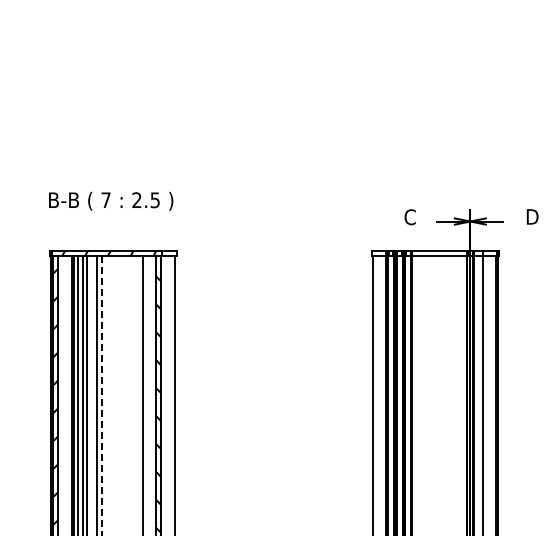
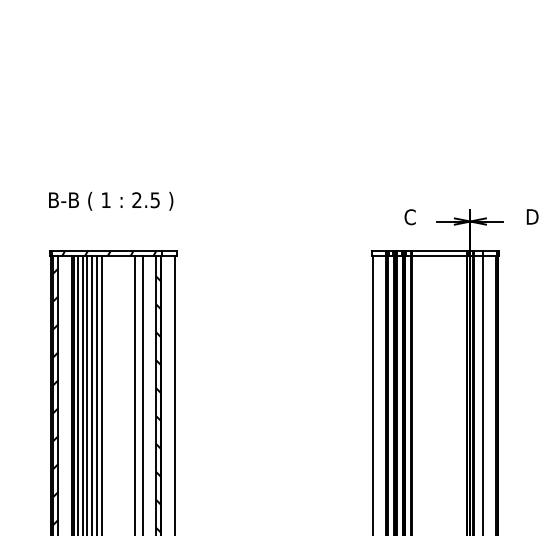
text at (105, 199): 7 -> 1
line at (92, 394): none -> present
line at (135, 394): none -> present
line at (101, 396): dashed -> solid
